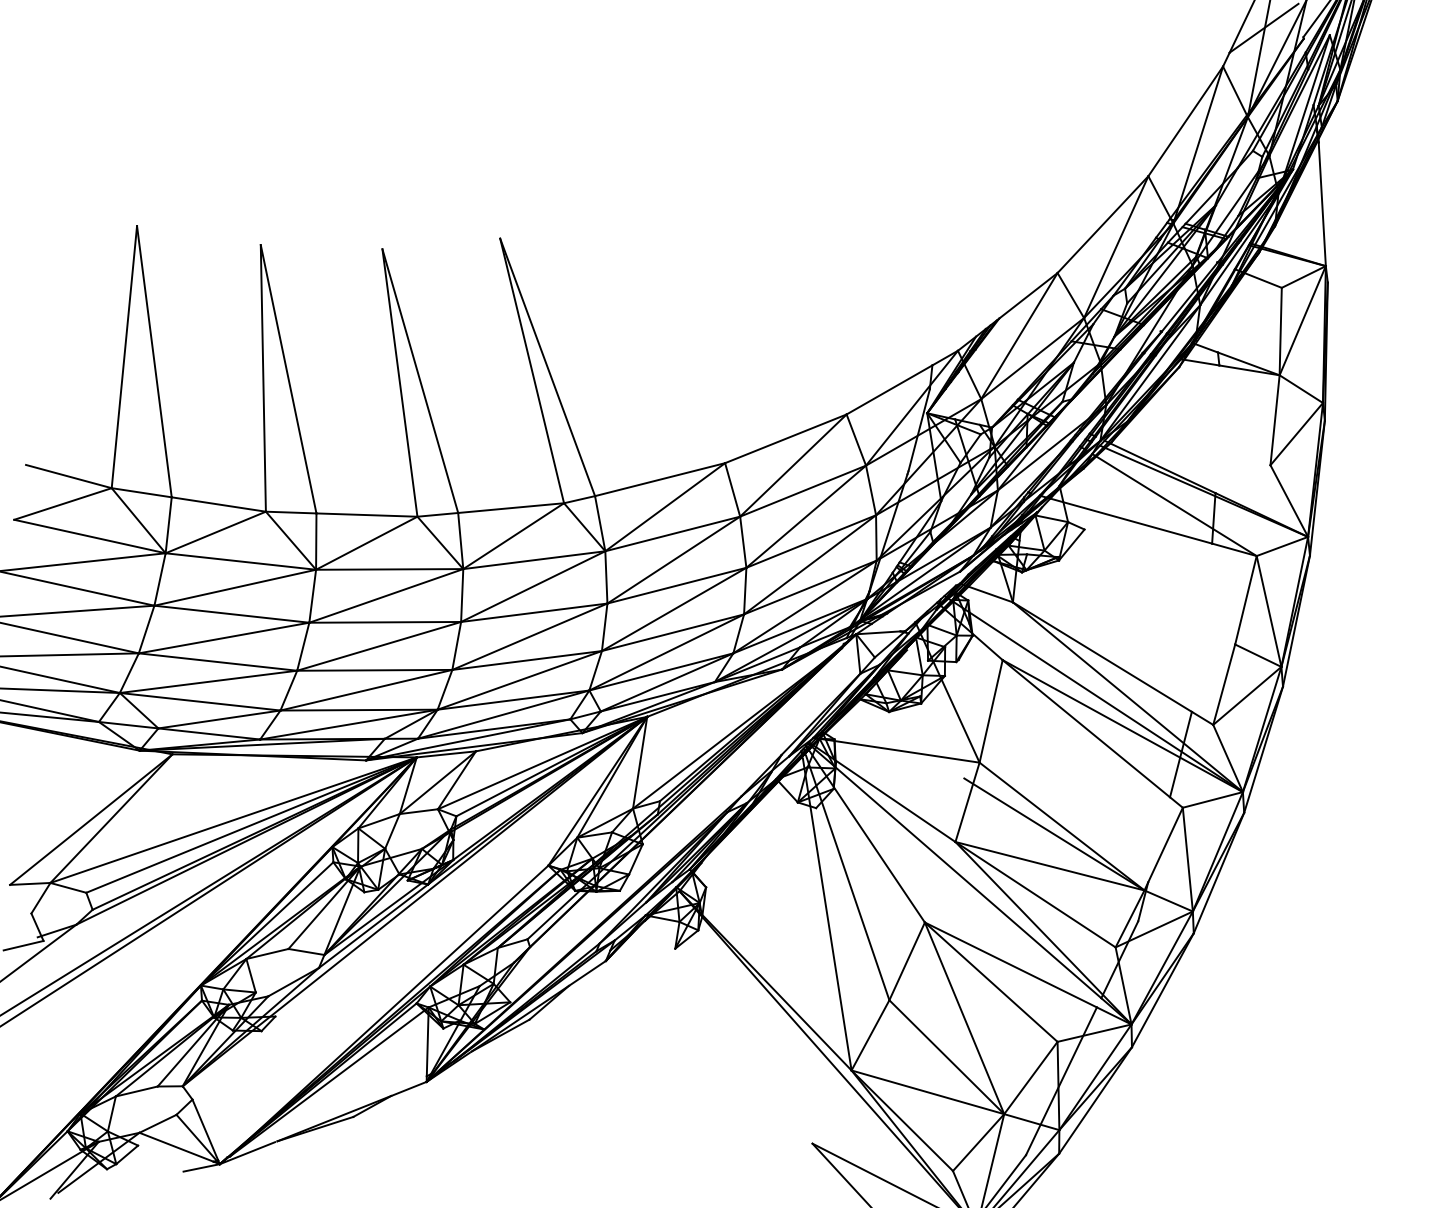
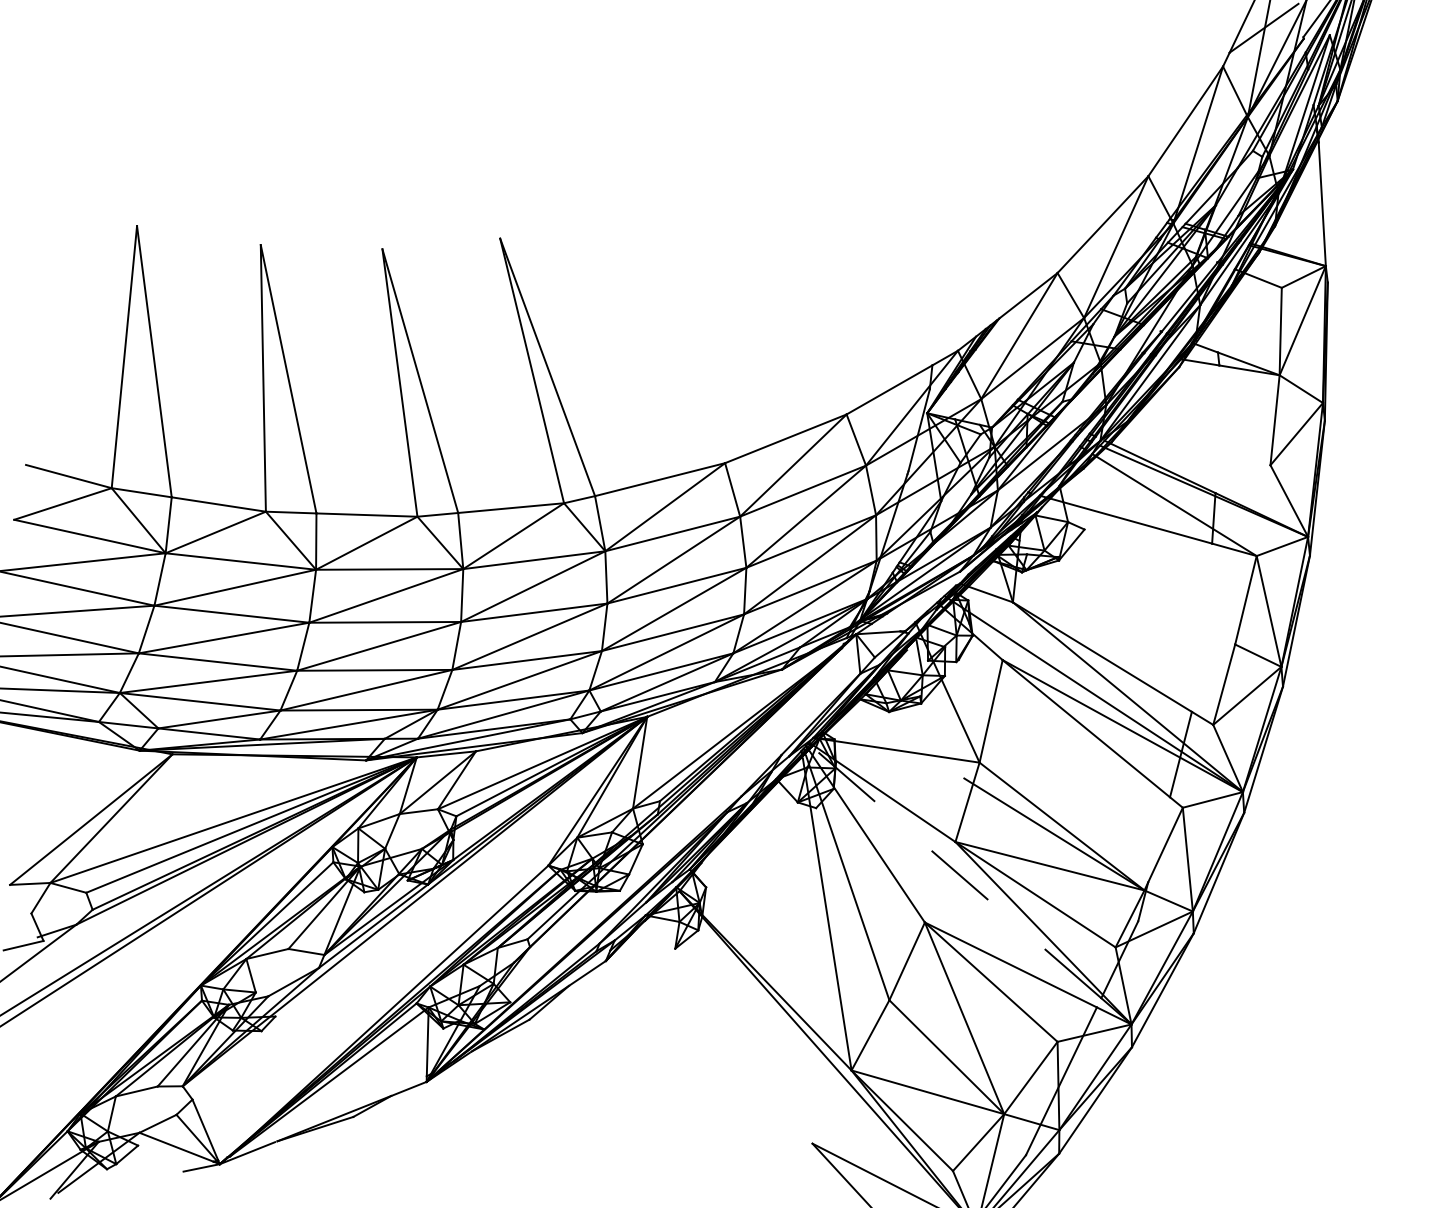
line at (957, 873): solid -> dashed
